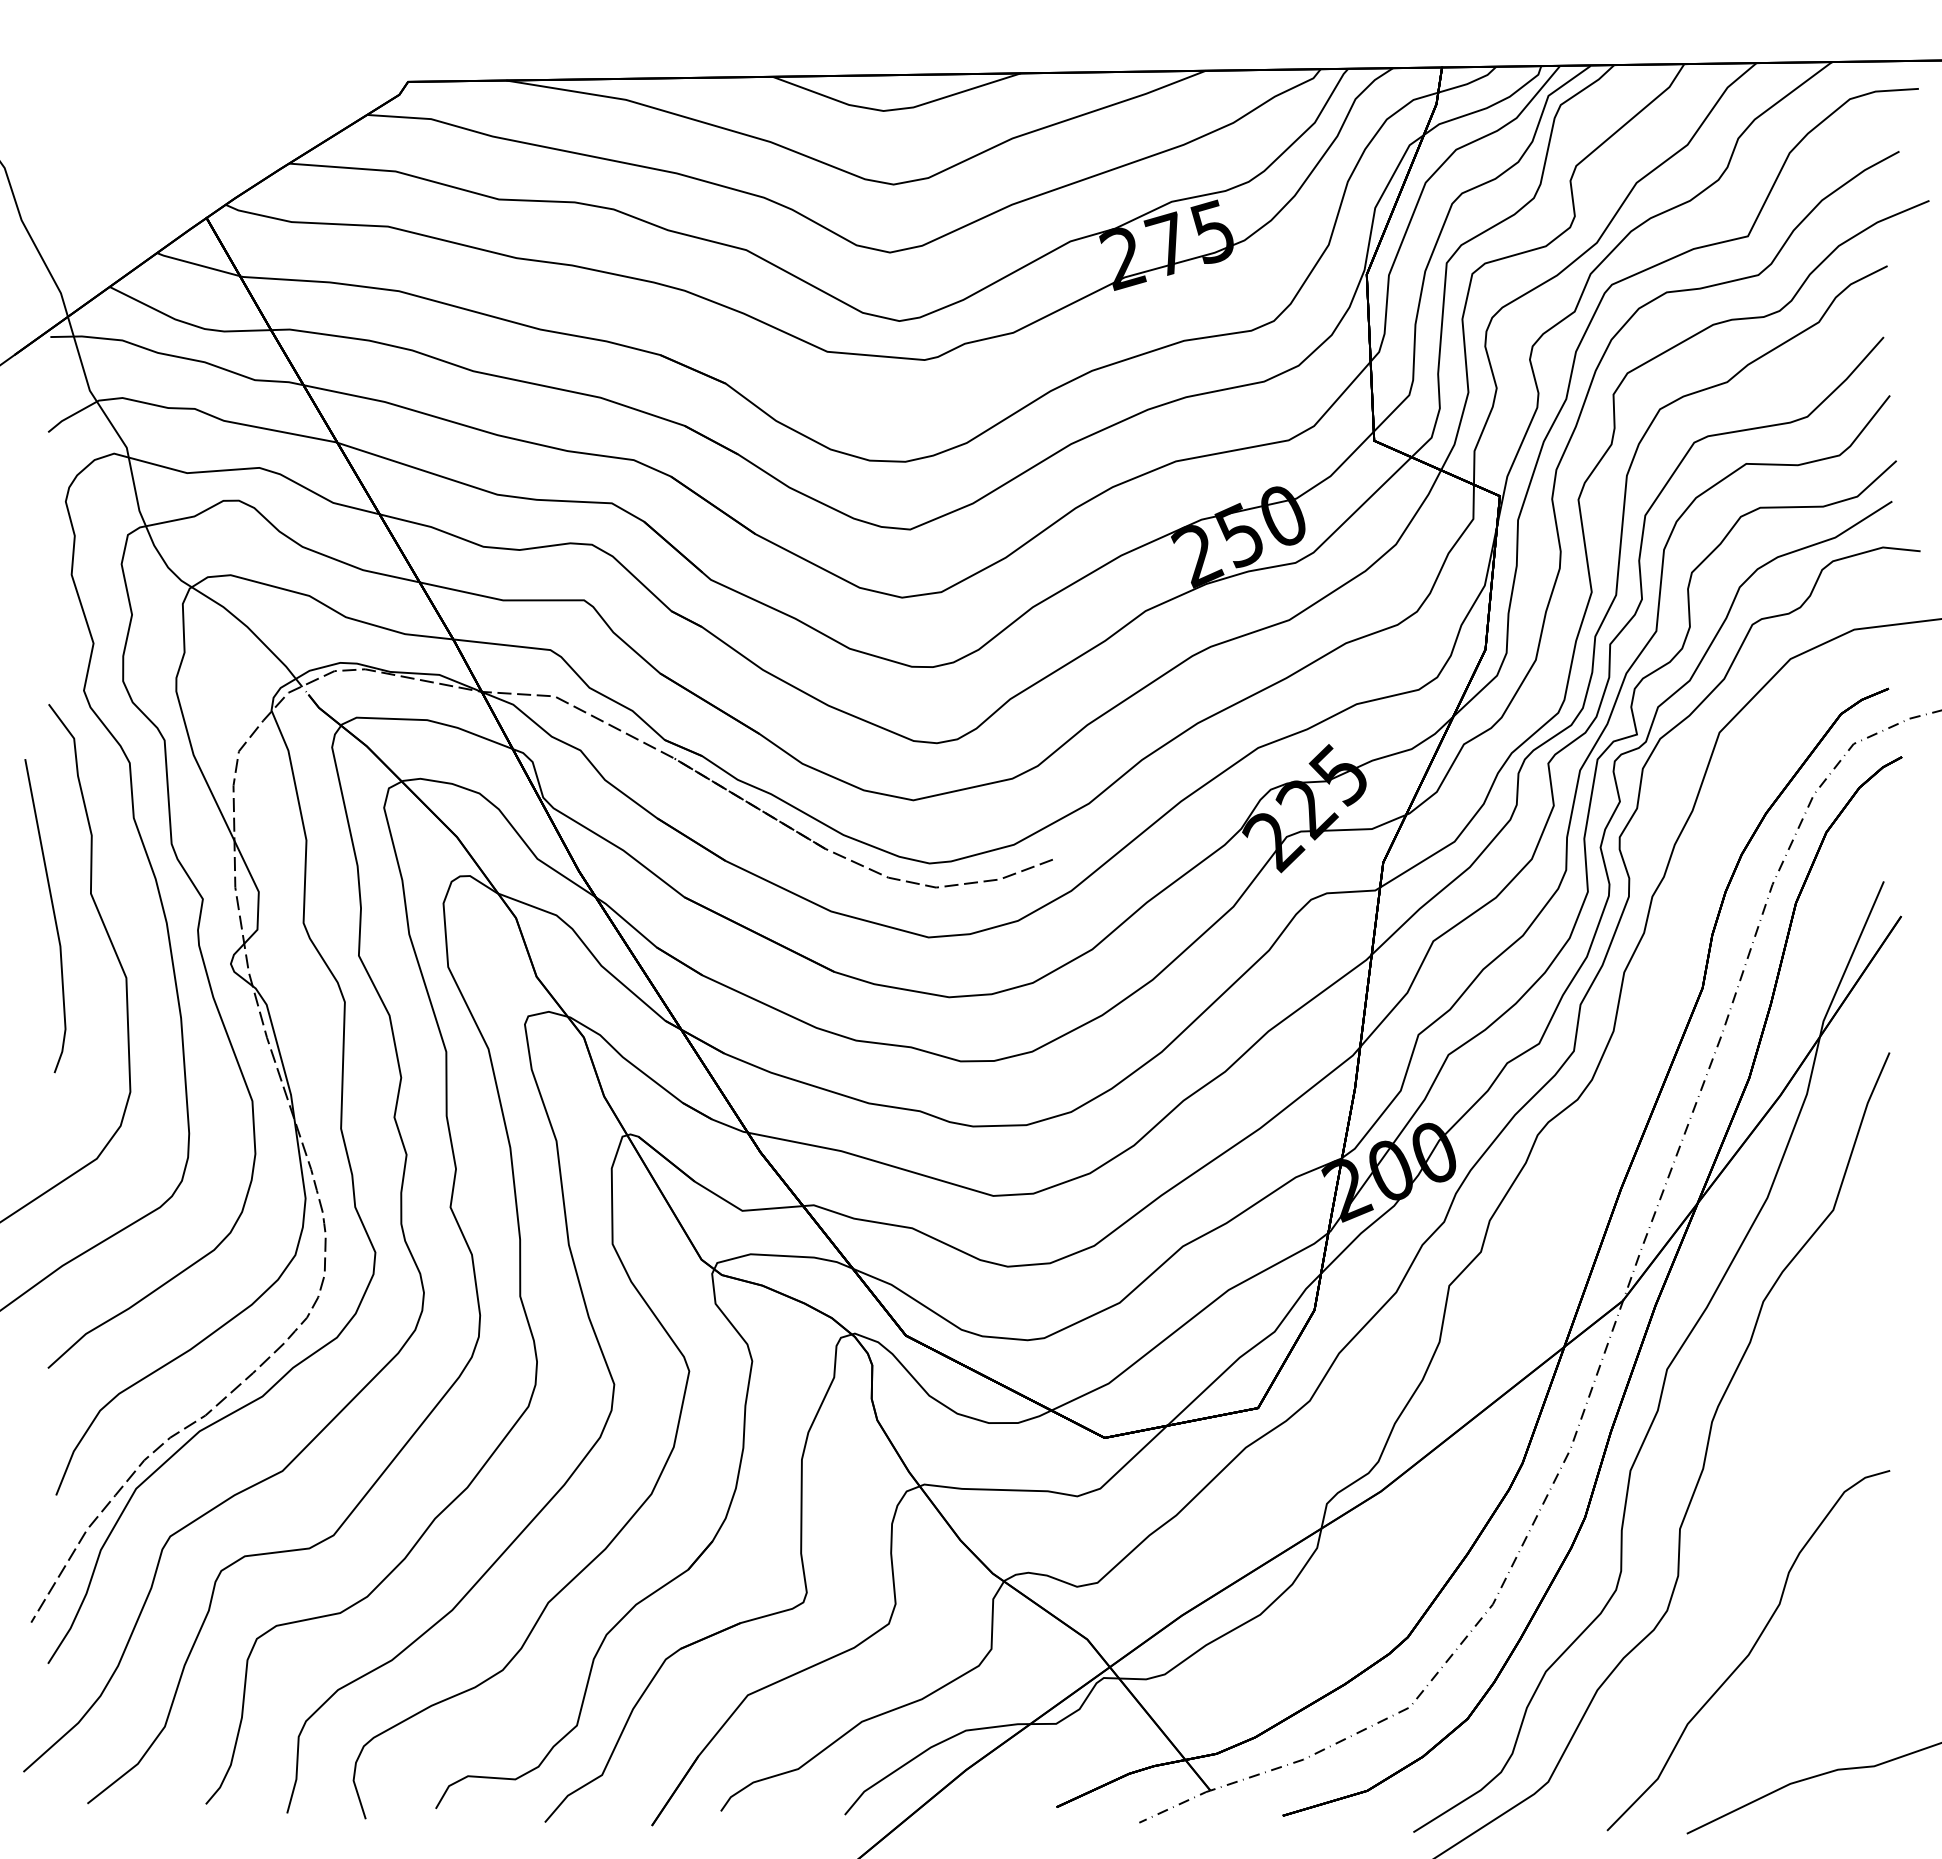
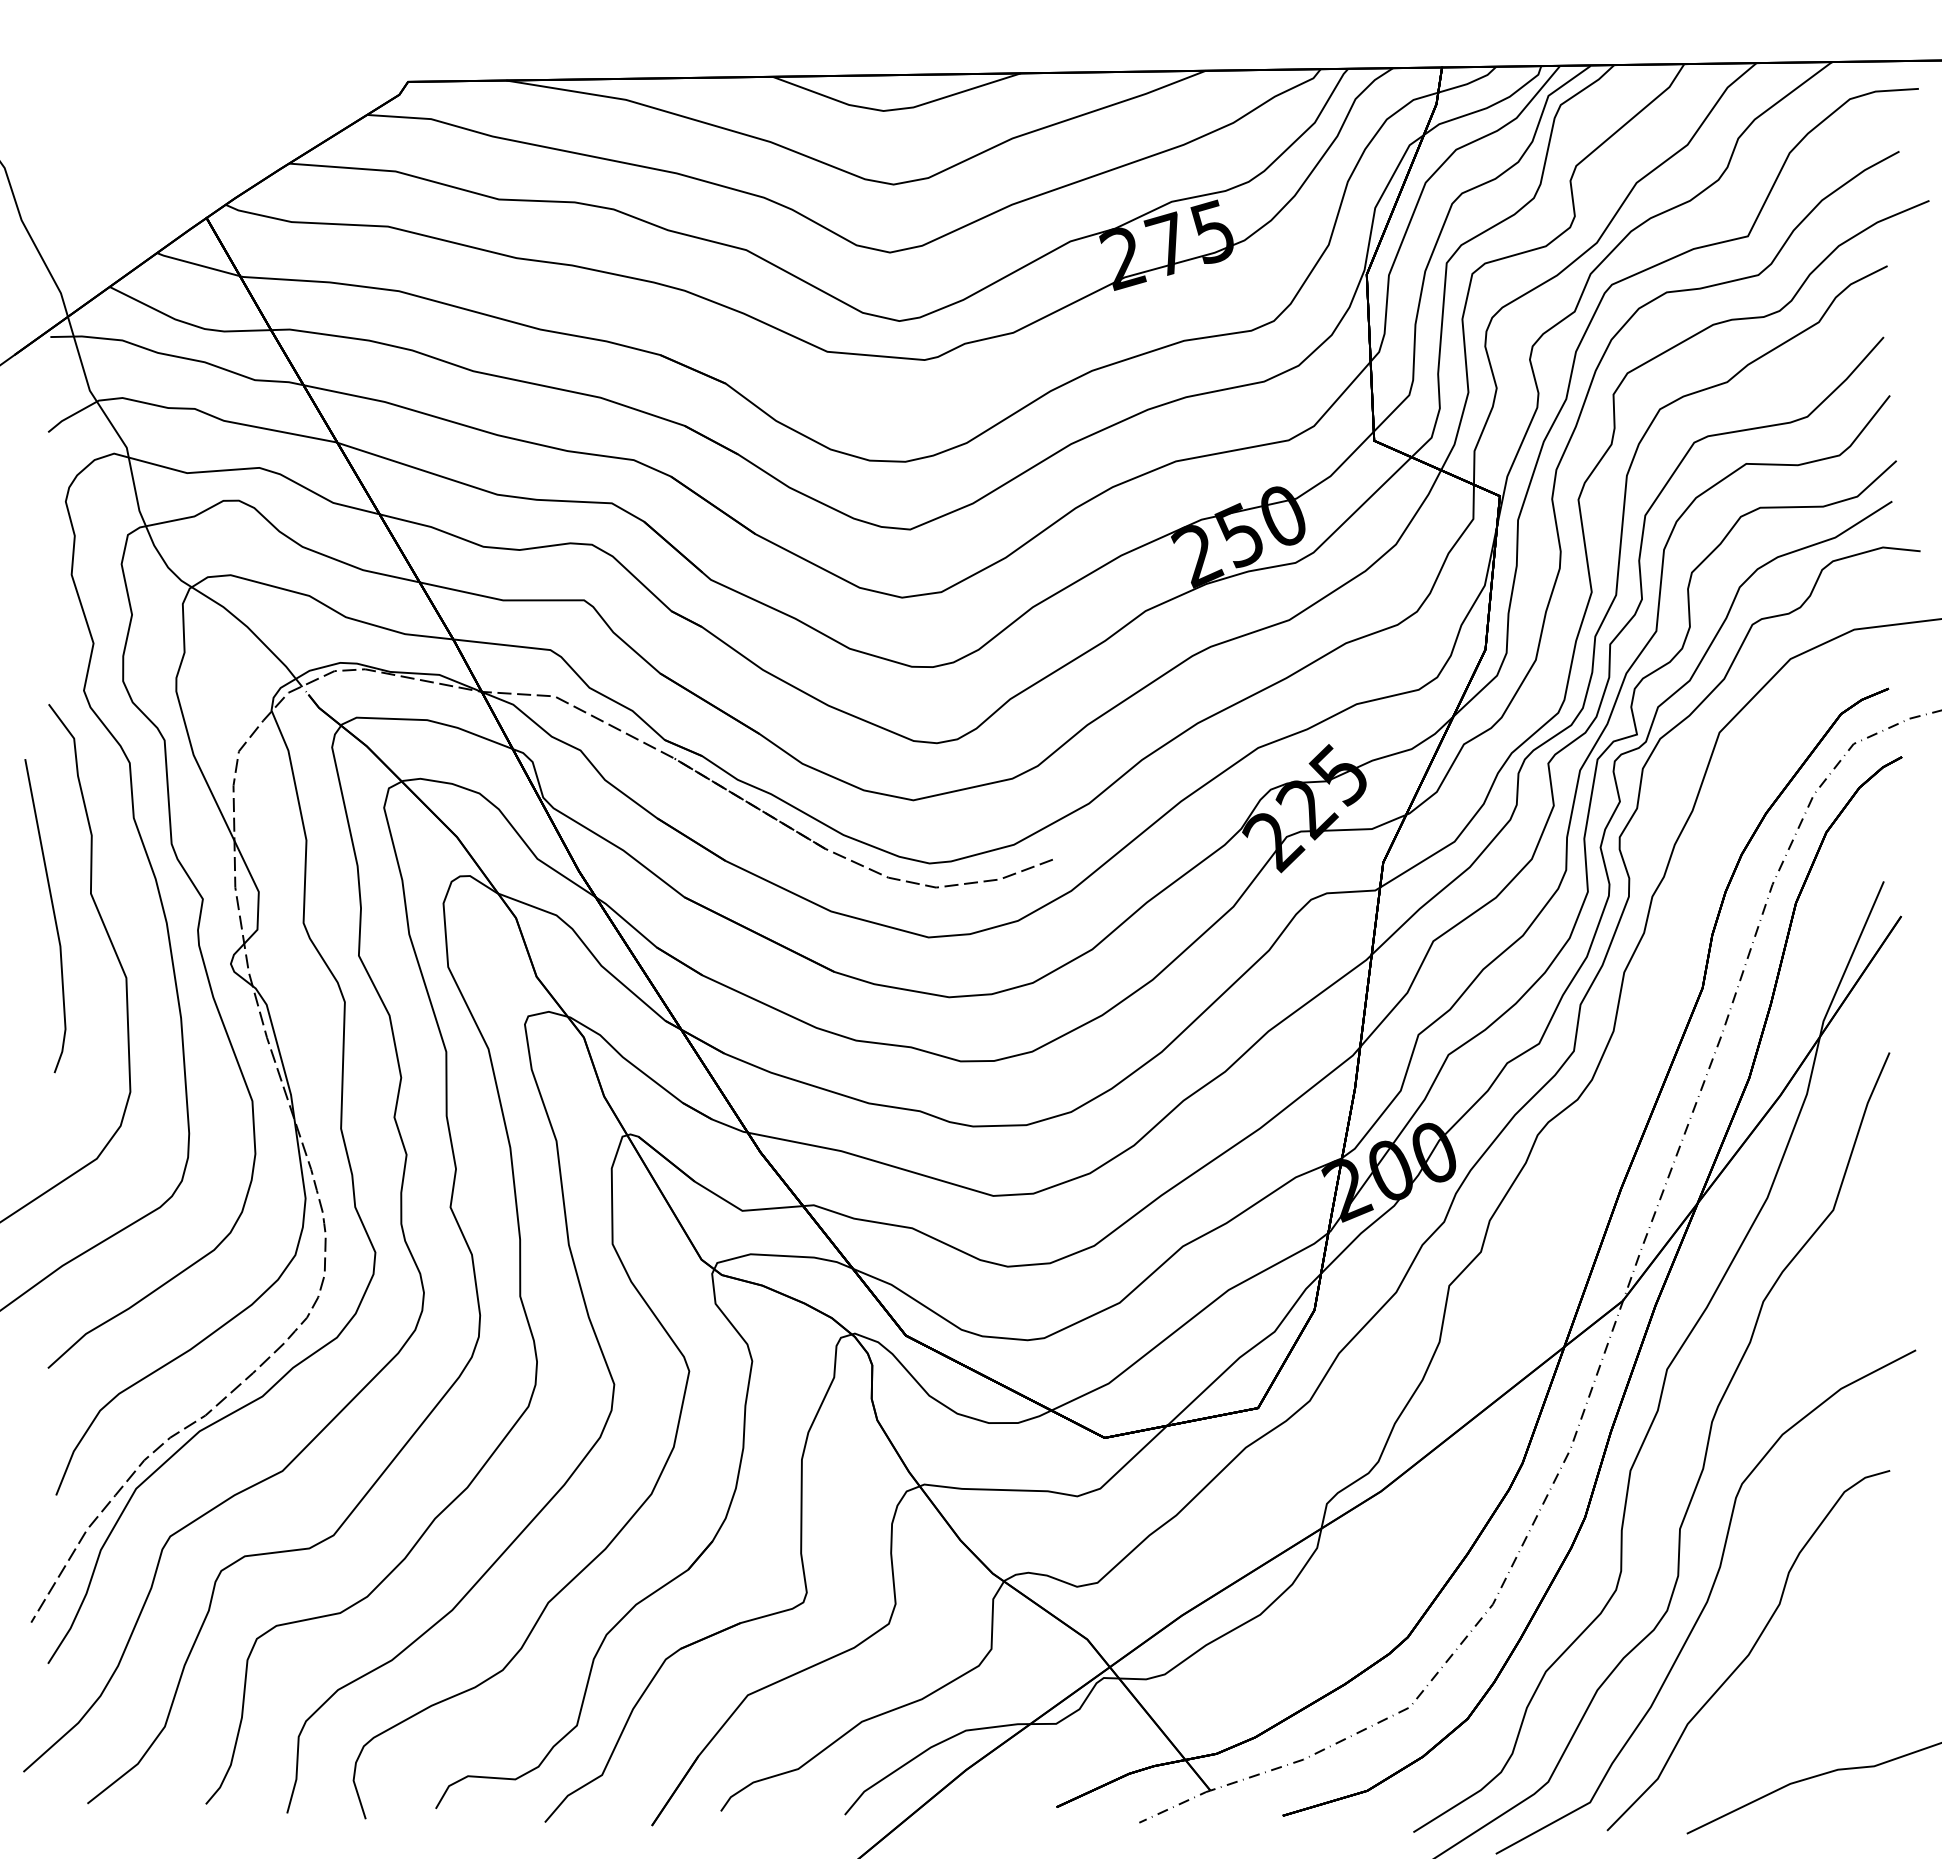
curve at (1706, 1601): none -> present
